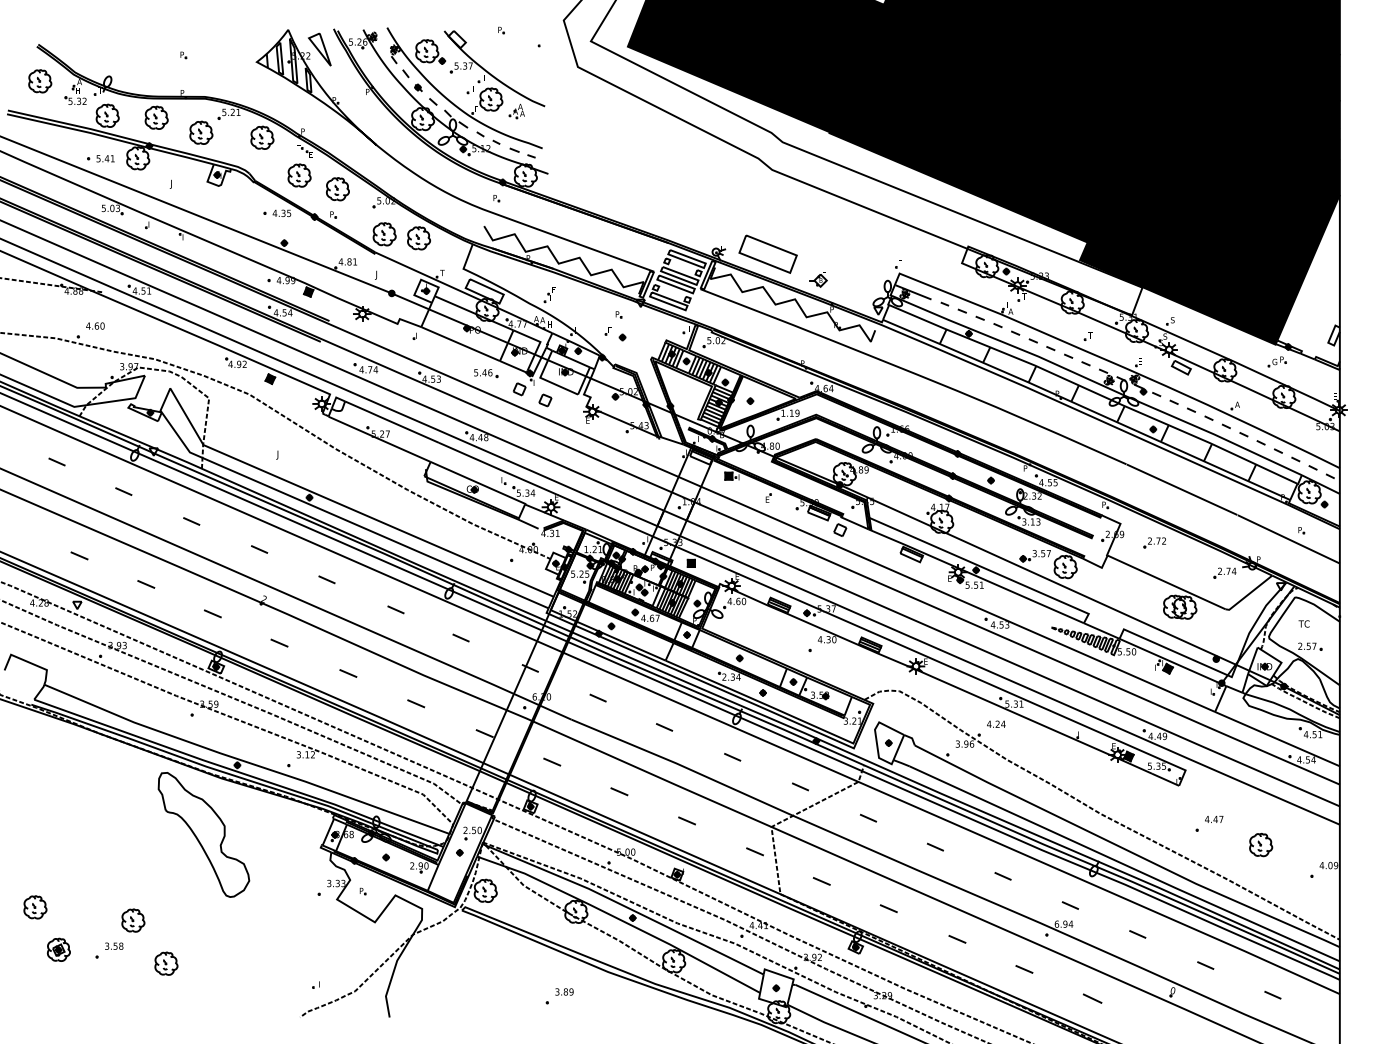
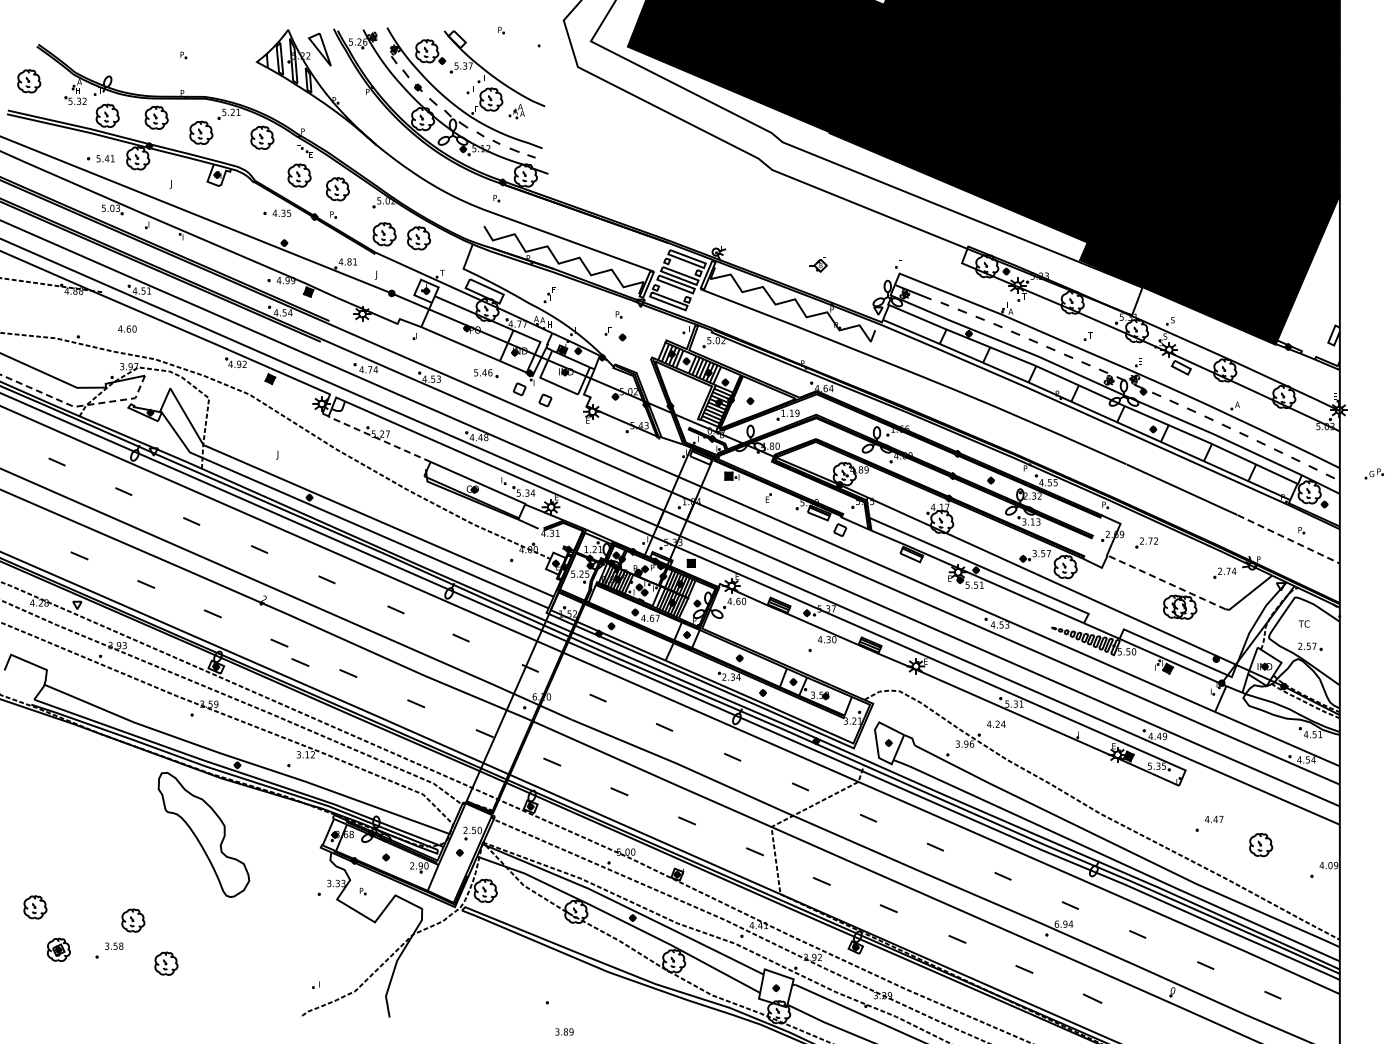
part at (40, 81) position: (40, 81) -> (29, 81)
part at (767, 253): present -> none
part at (818, 279) position: (818, 279) -> (818, 264)
text at (95, 325) position: (95, 325) -> (127, 328)
part at (1276, 361) position: (1276, 361) -> (1373, 473)
line at (77, 406): solid -> dashed
line at (379, 439): solid -> dashed
line at (1289, 539): solid -> dashed
part at (1154, 542) position: (1154, 542) -> (1146, 542)
line at (1166, 582): solid -> dashed
line at (300, 662): none -> present
text at (564, 991) position: (564, 991) -> (564, 1031)
